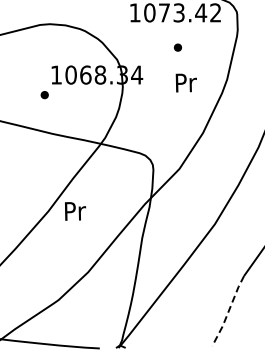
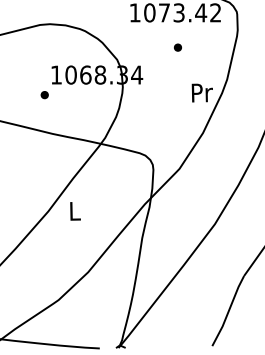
text at (185, 82) position: (185, 82) -> (201, 92)
text at (75, 211): Pr -> L
line at (228, 311): dashed -> solid
